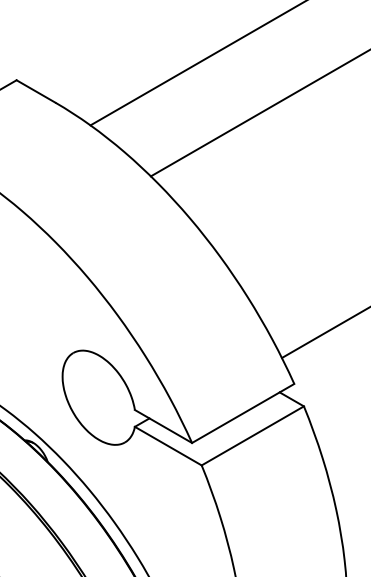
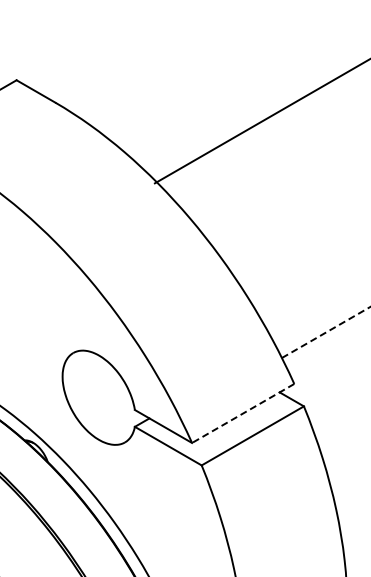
line at (196, 63): present -> none
line at (258, 113) position: (258, 113) -> (260, 121)
line at (326, 332): solid -> dashed
line at (242, 413): solid -> dashed
